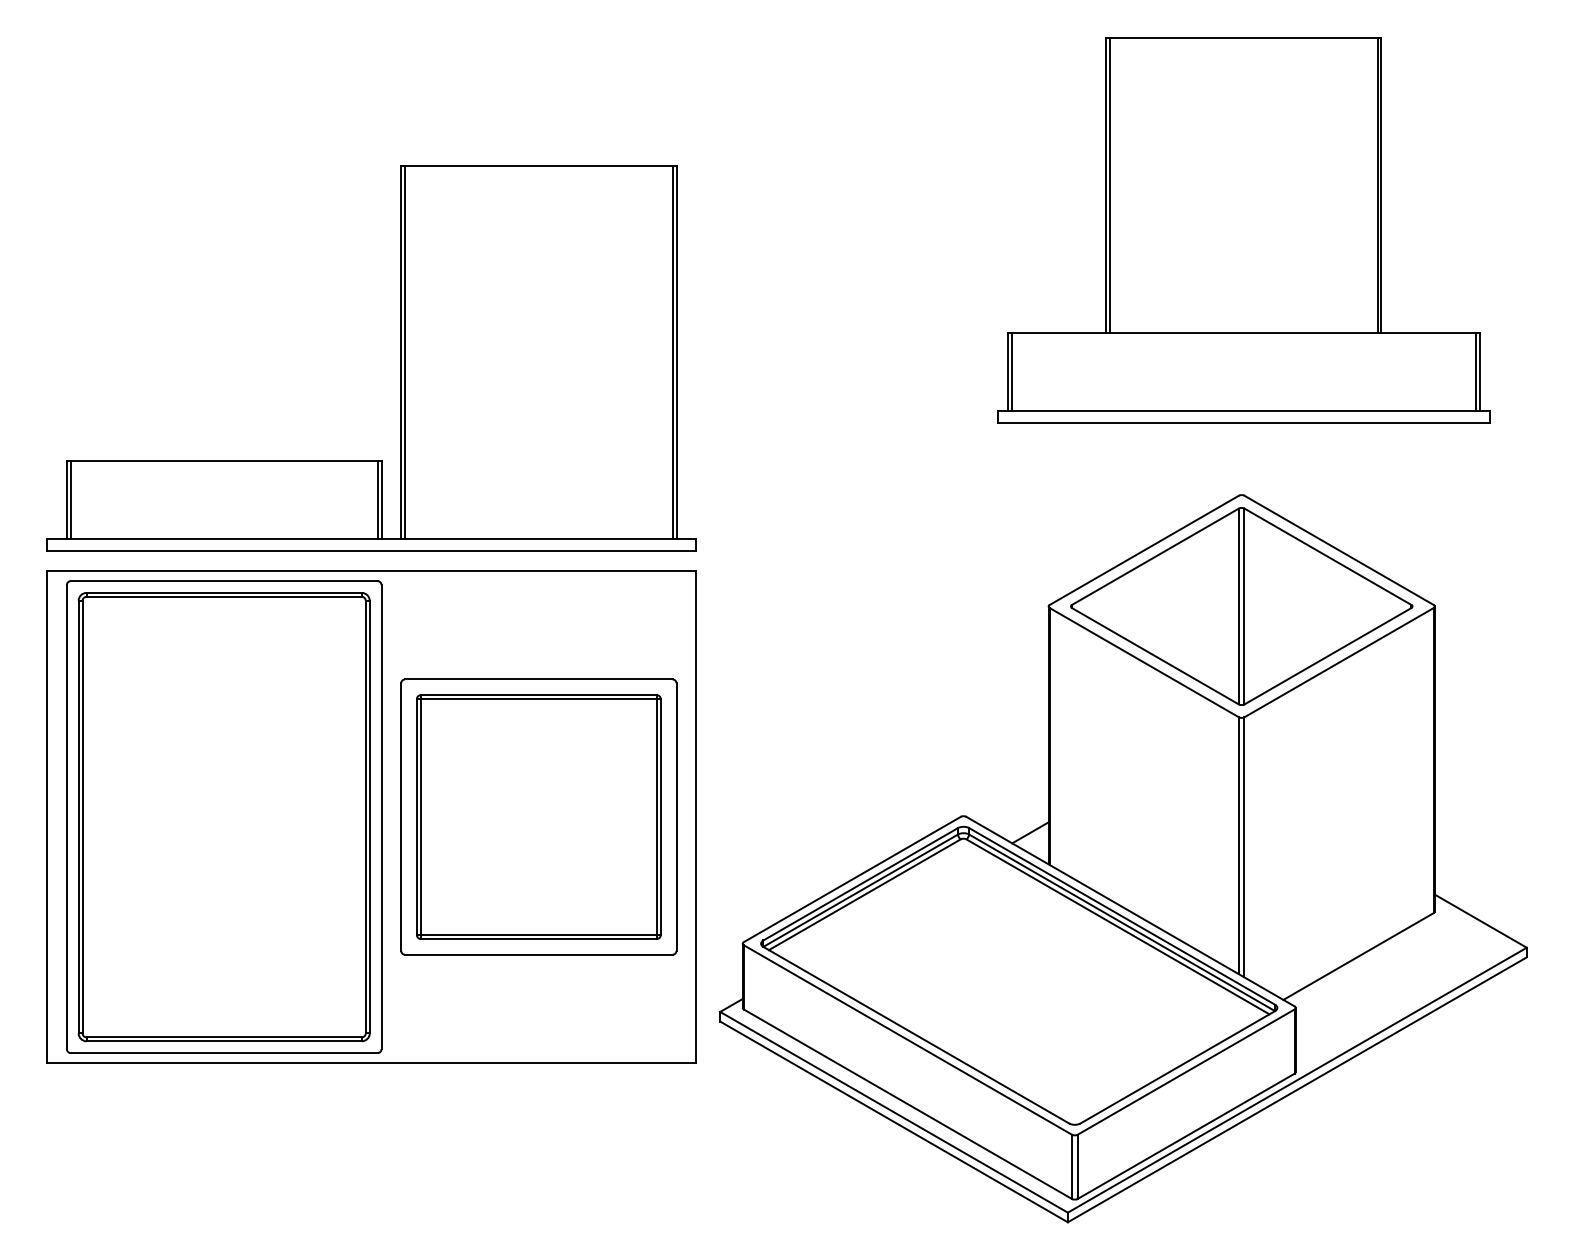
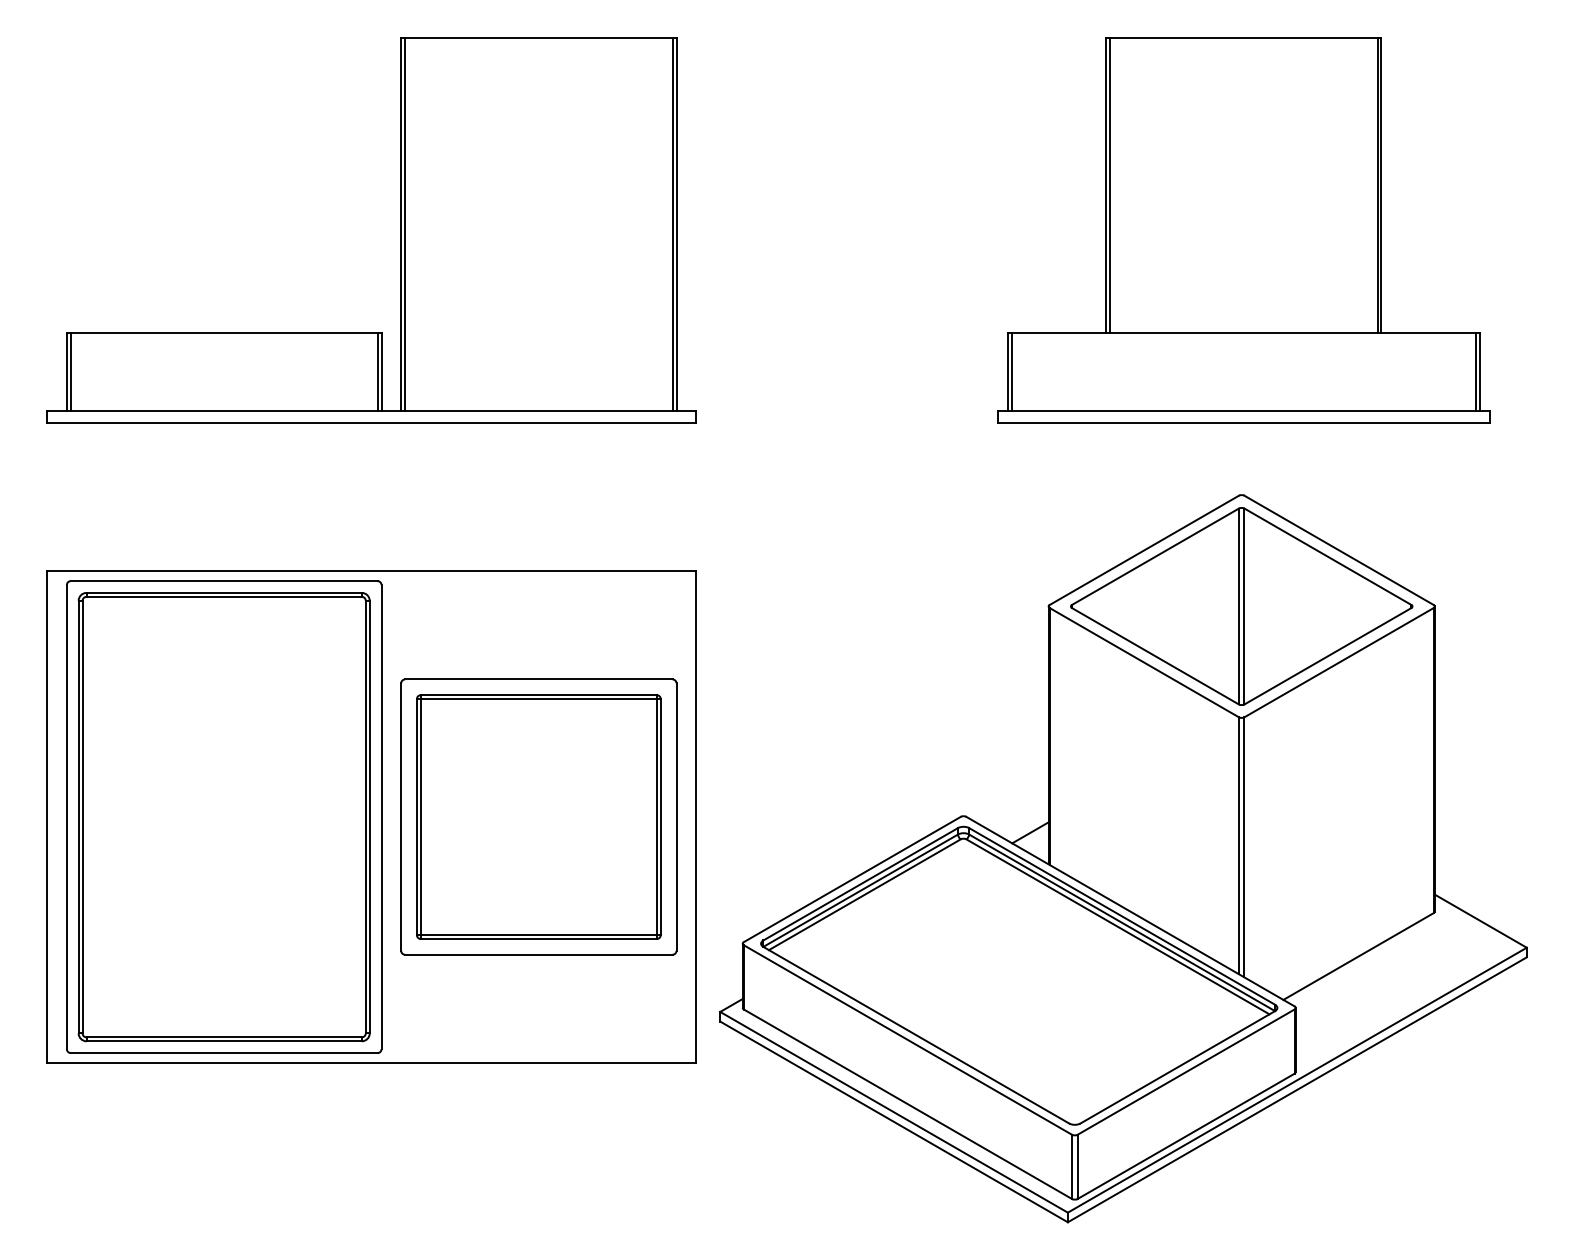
part at (400, 358) position: (400, 358) -> (400, 230)
